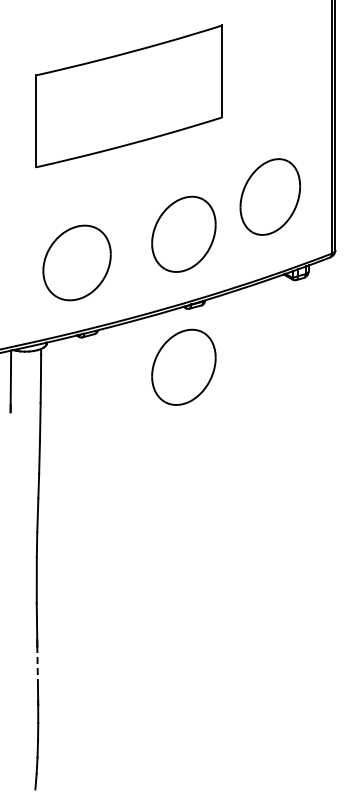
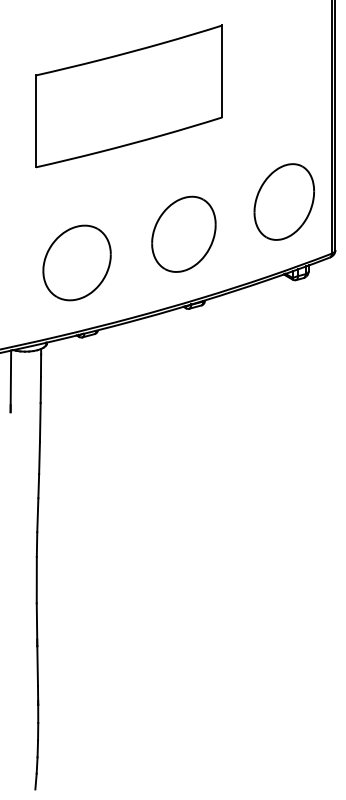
part at (269, 196) position: (269, 196) -> (283, 201)
part at (183, 366): present -> none
line at (37, 666): dashed -> solid
